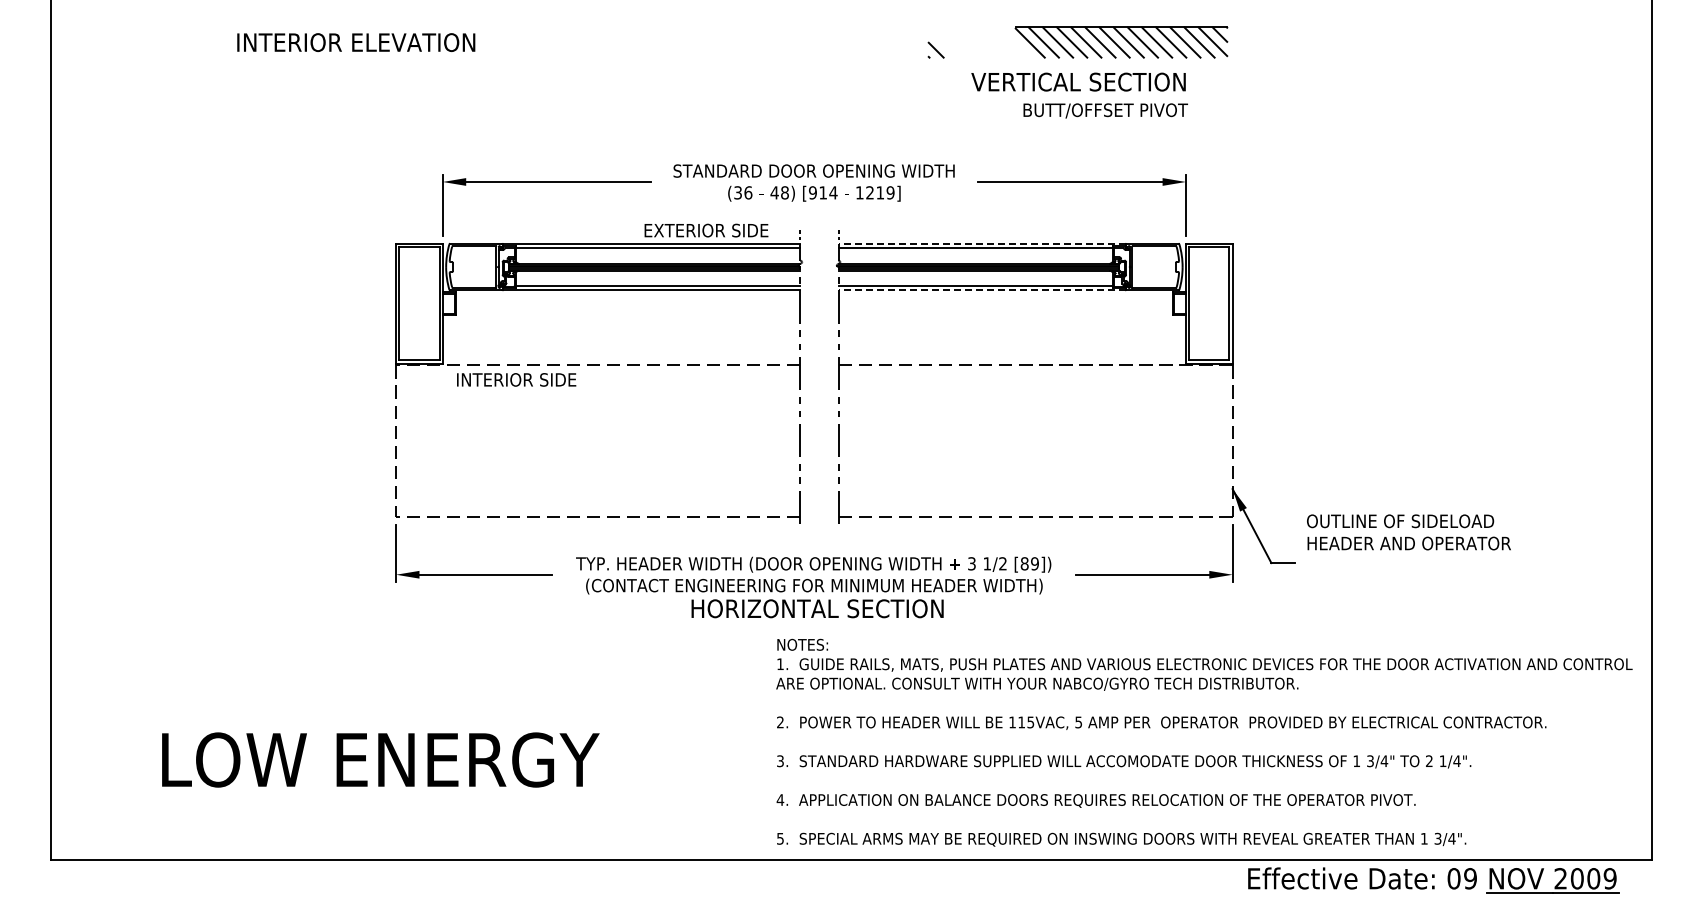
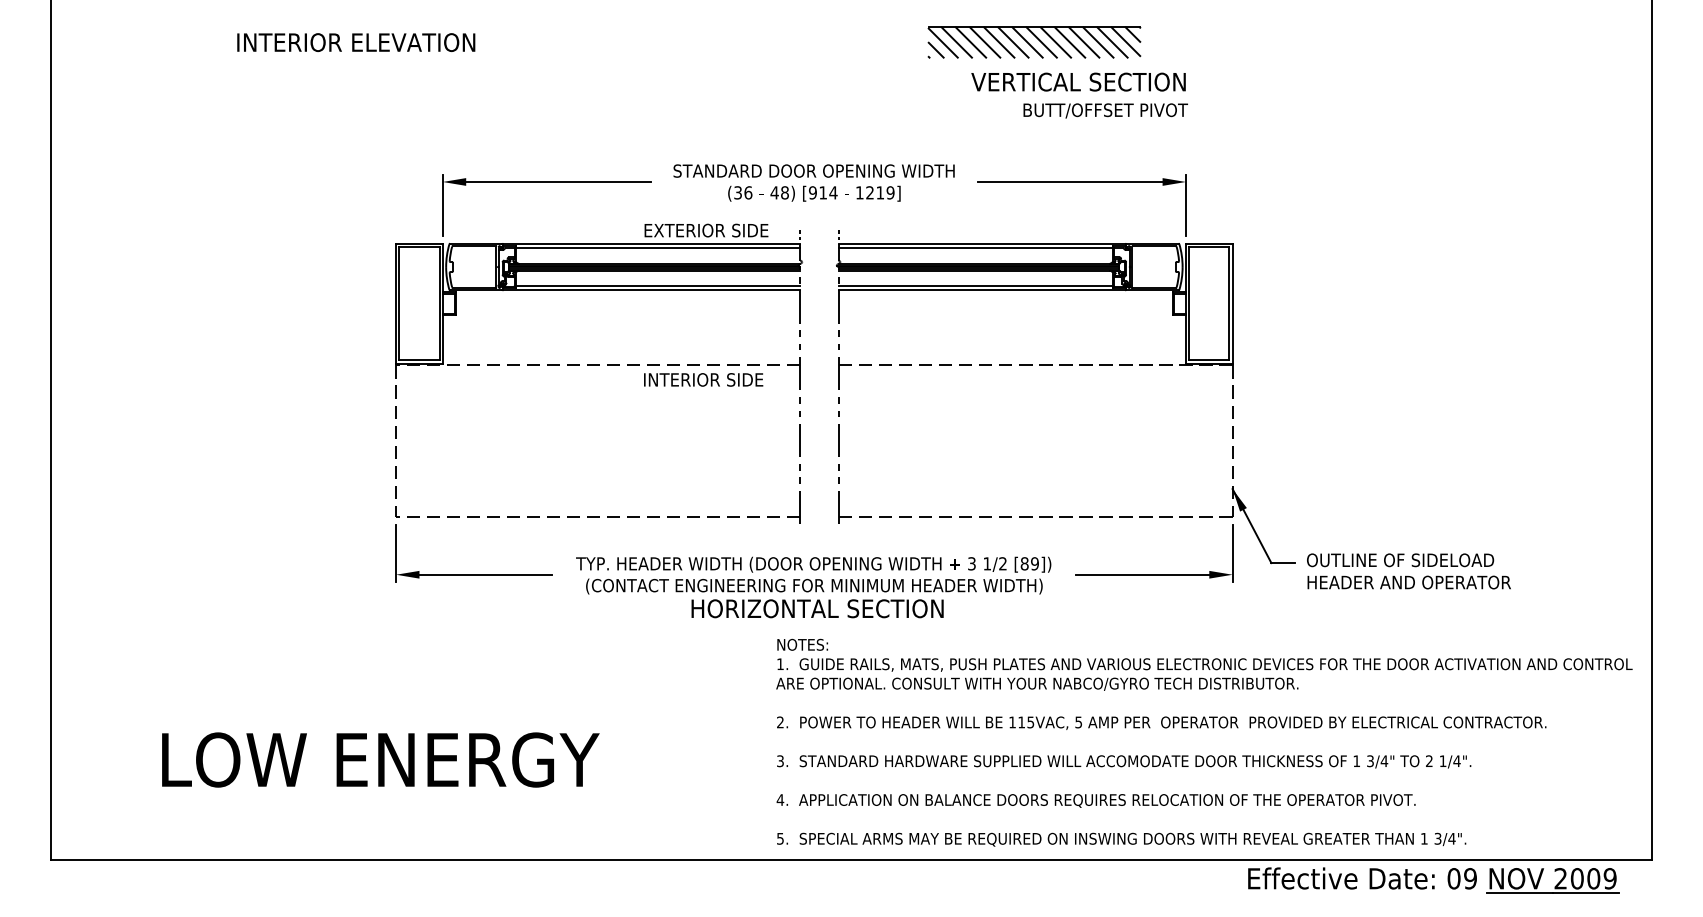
part at (1121, 42) position: (1121, 42) -> (1034, 42)
line at (982, 243): dashed -> solid
line at (982, 290): dashed -> solid
text at (516, 379) position: (516, 379) -> (703, 379)
text at (1408, 532) position: (1408, 532) -> (1408, 571)
